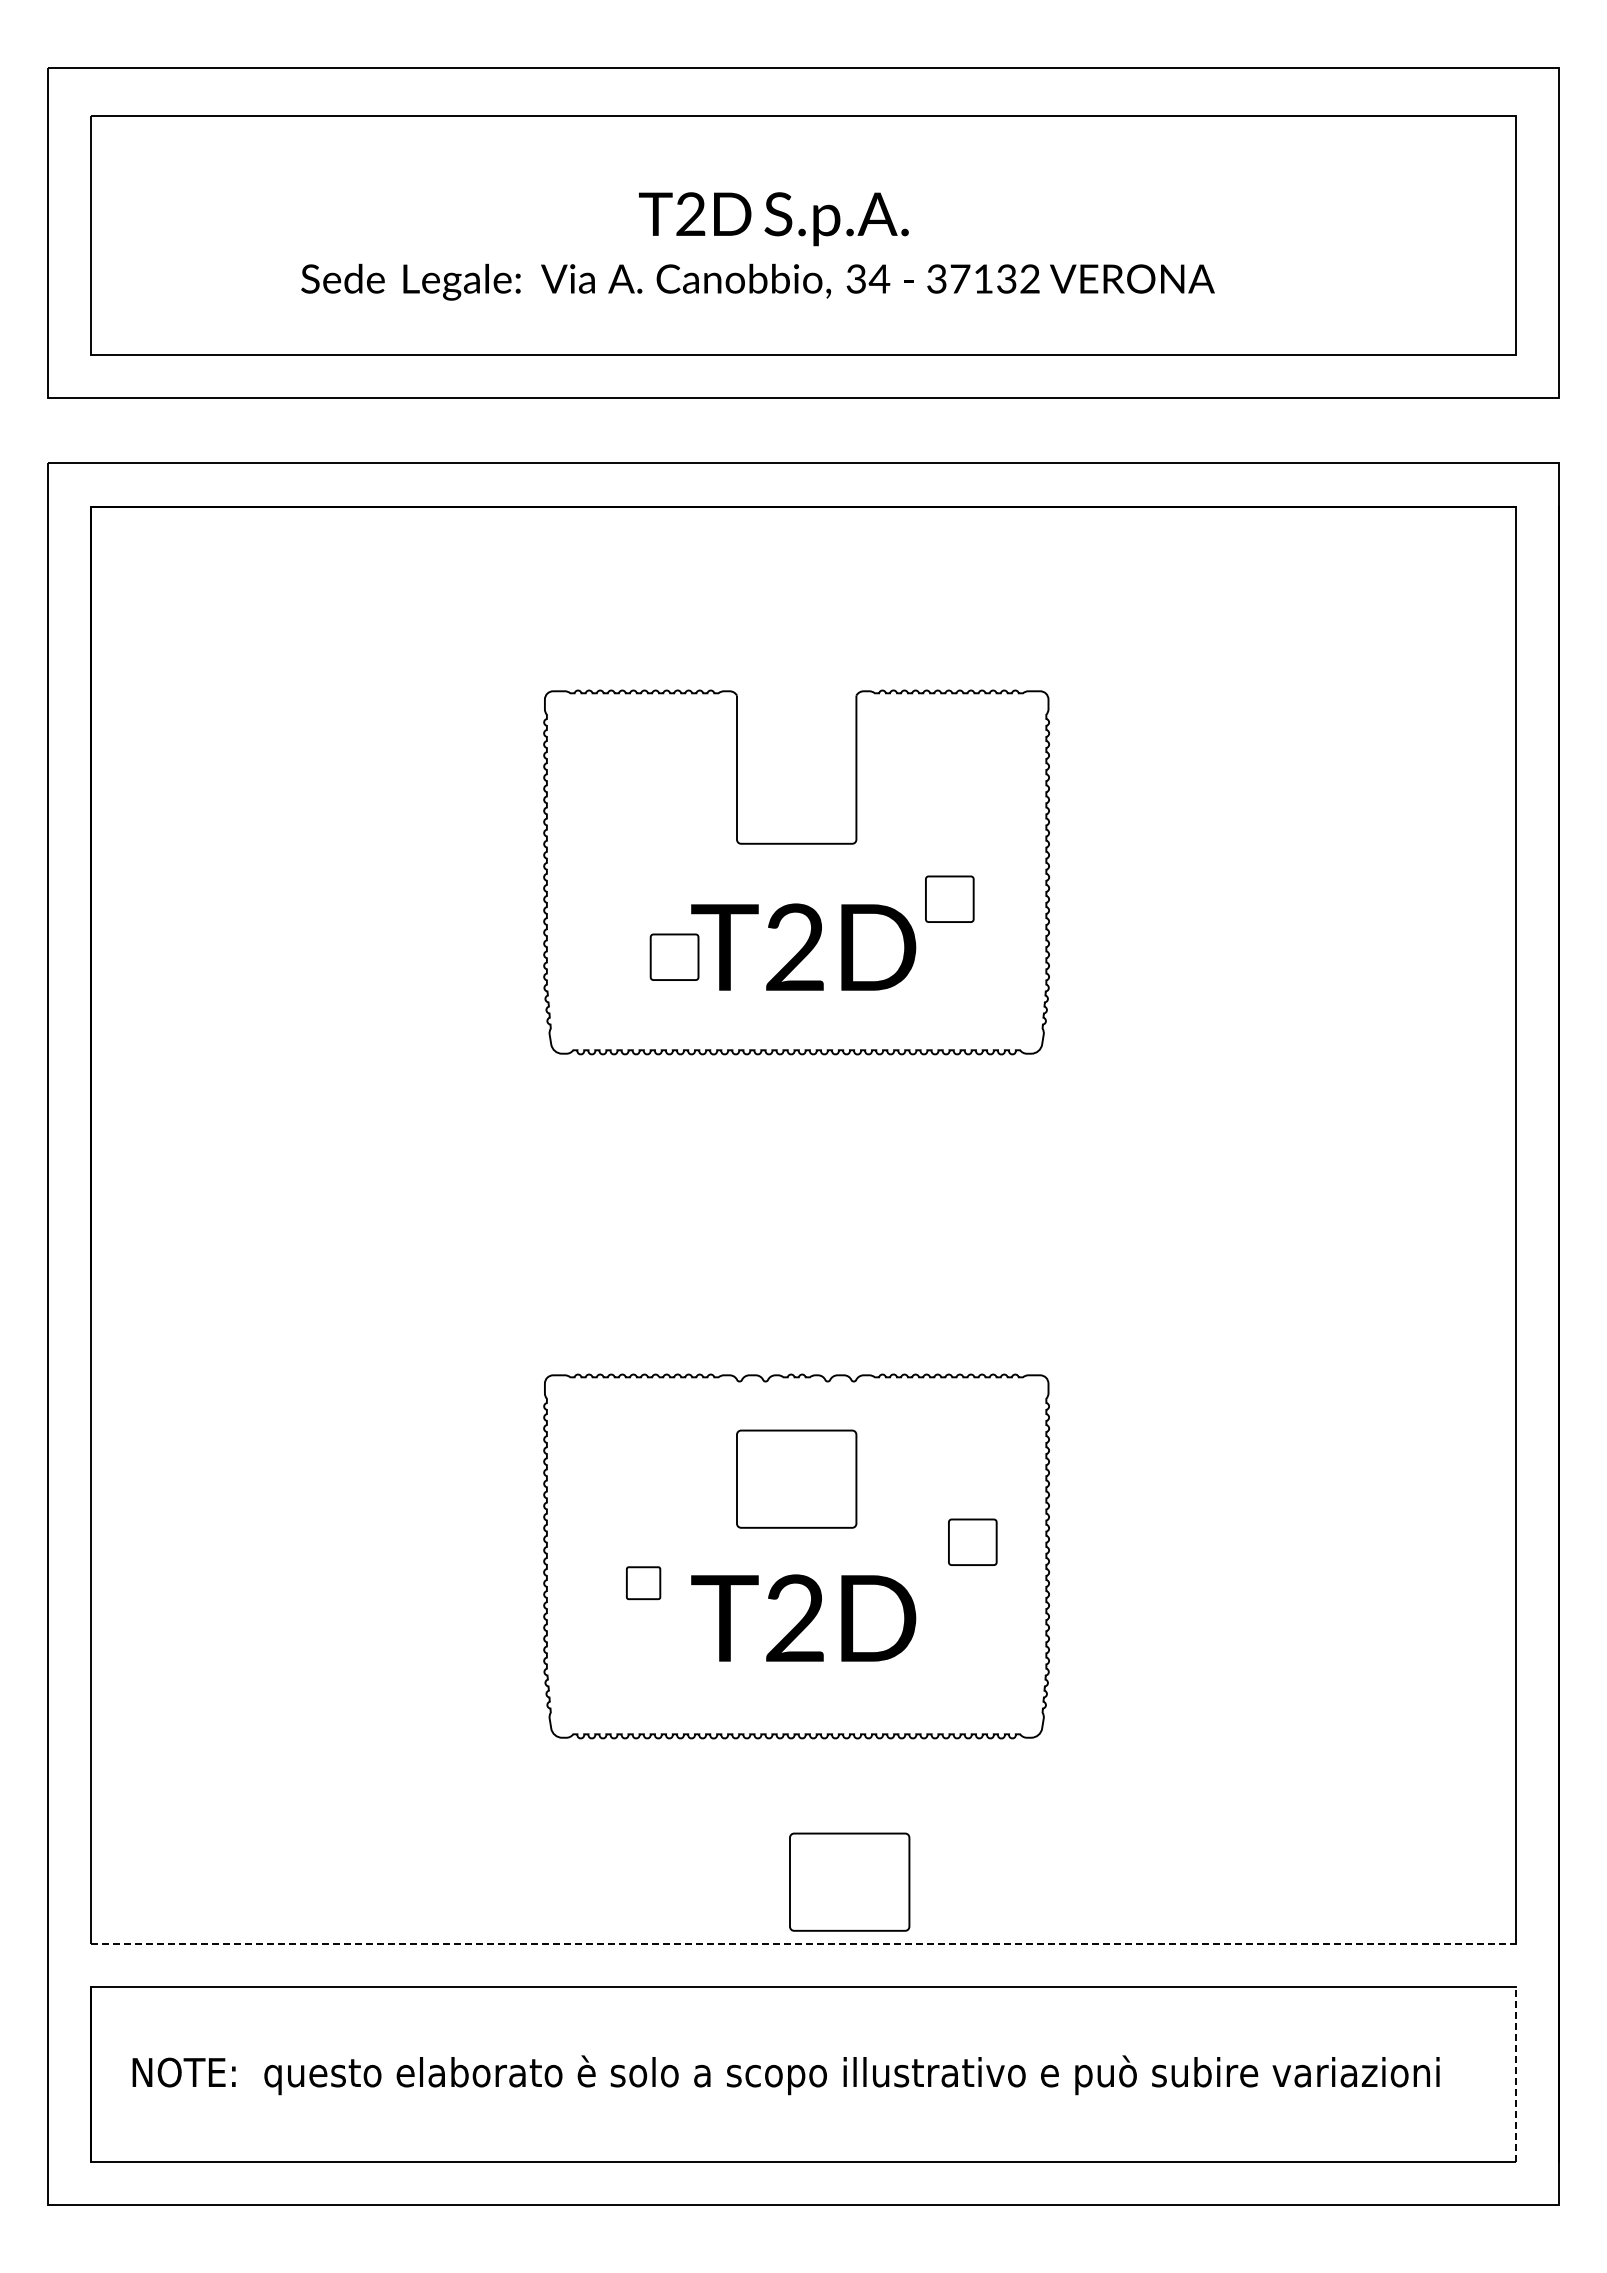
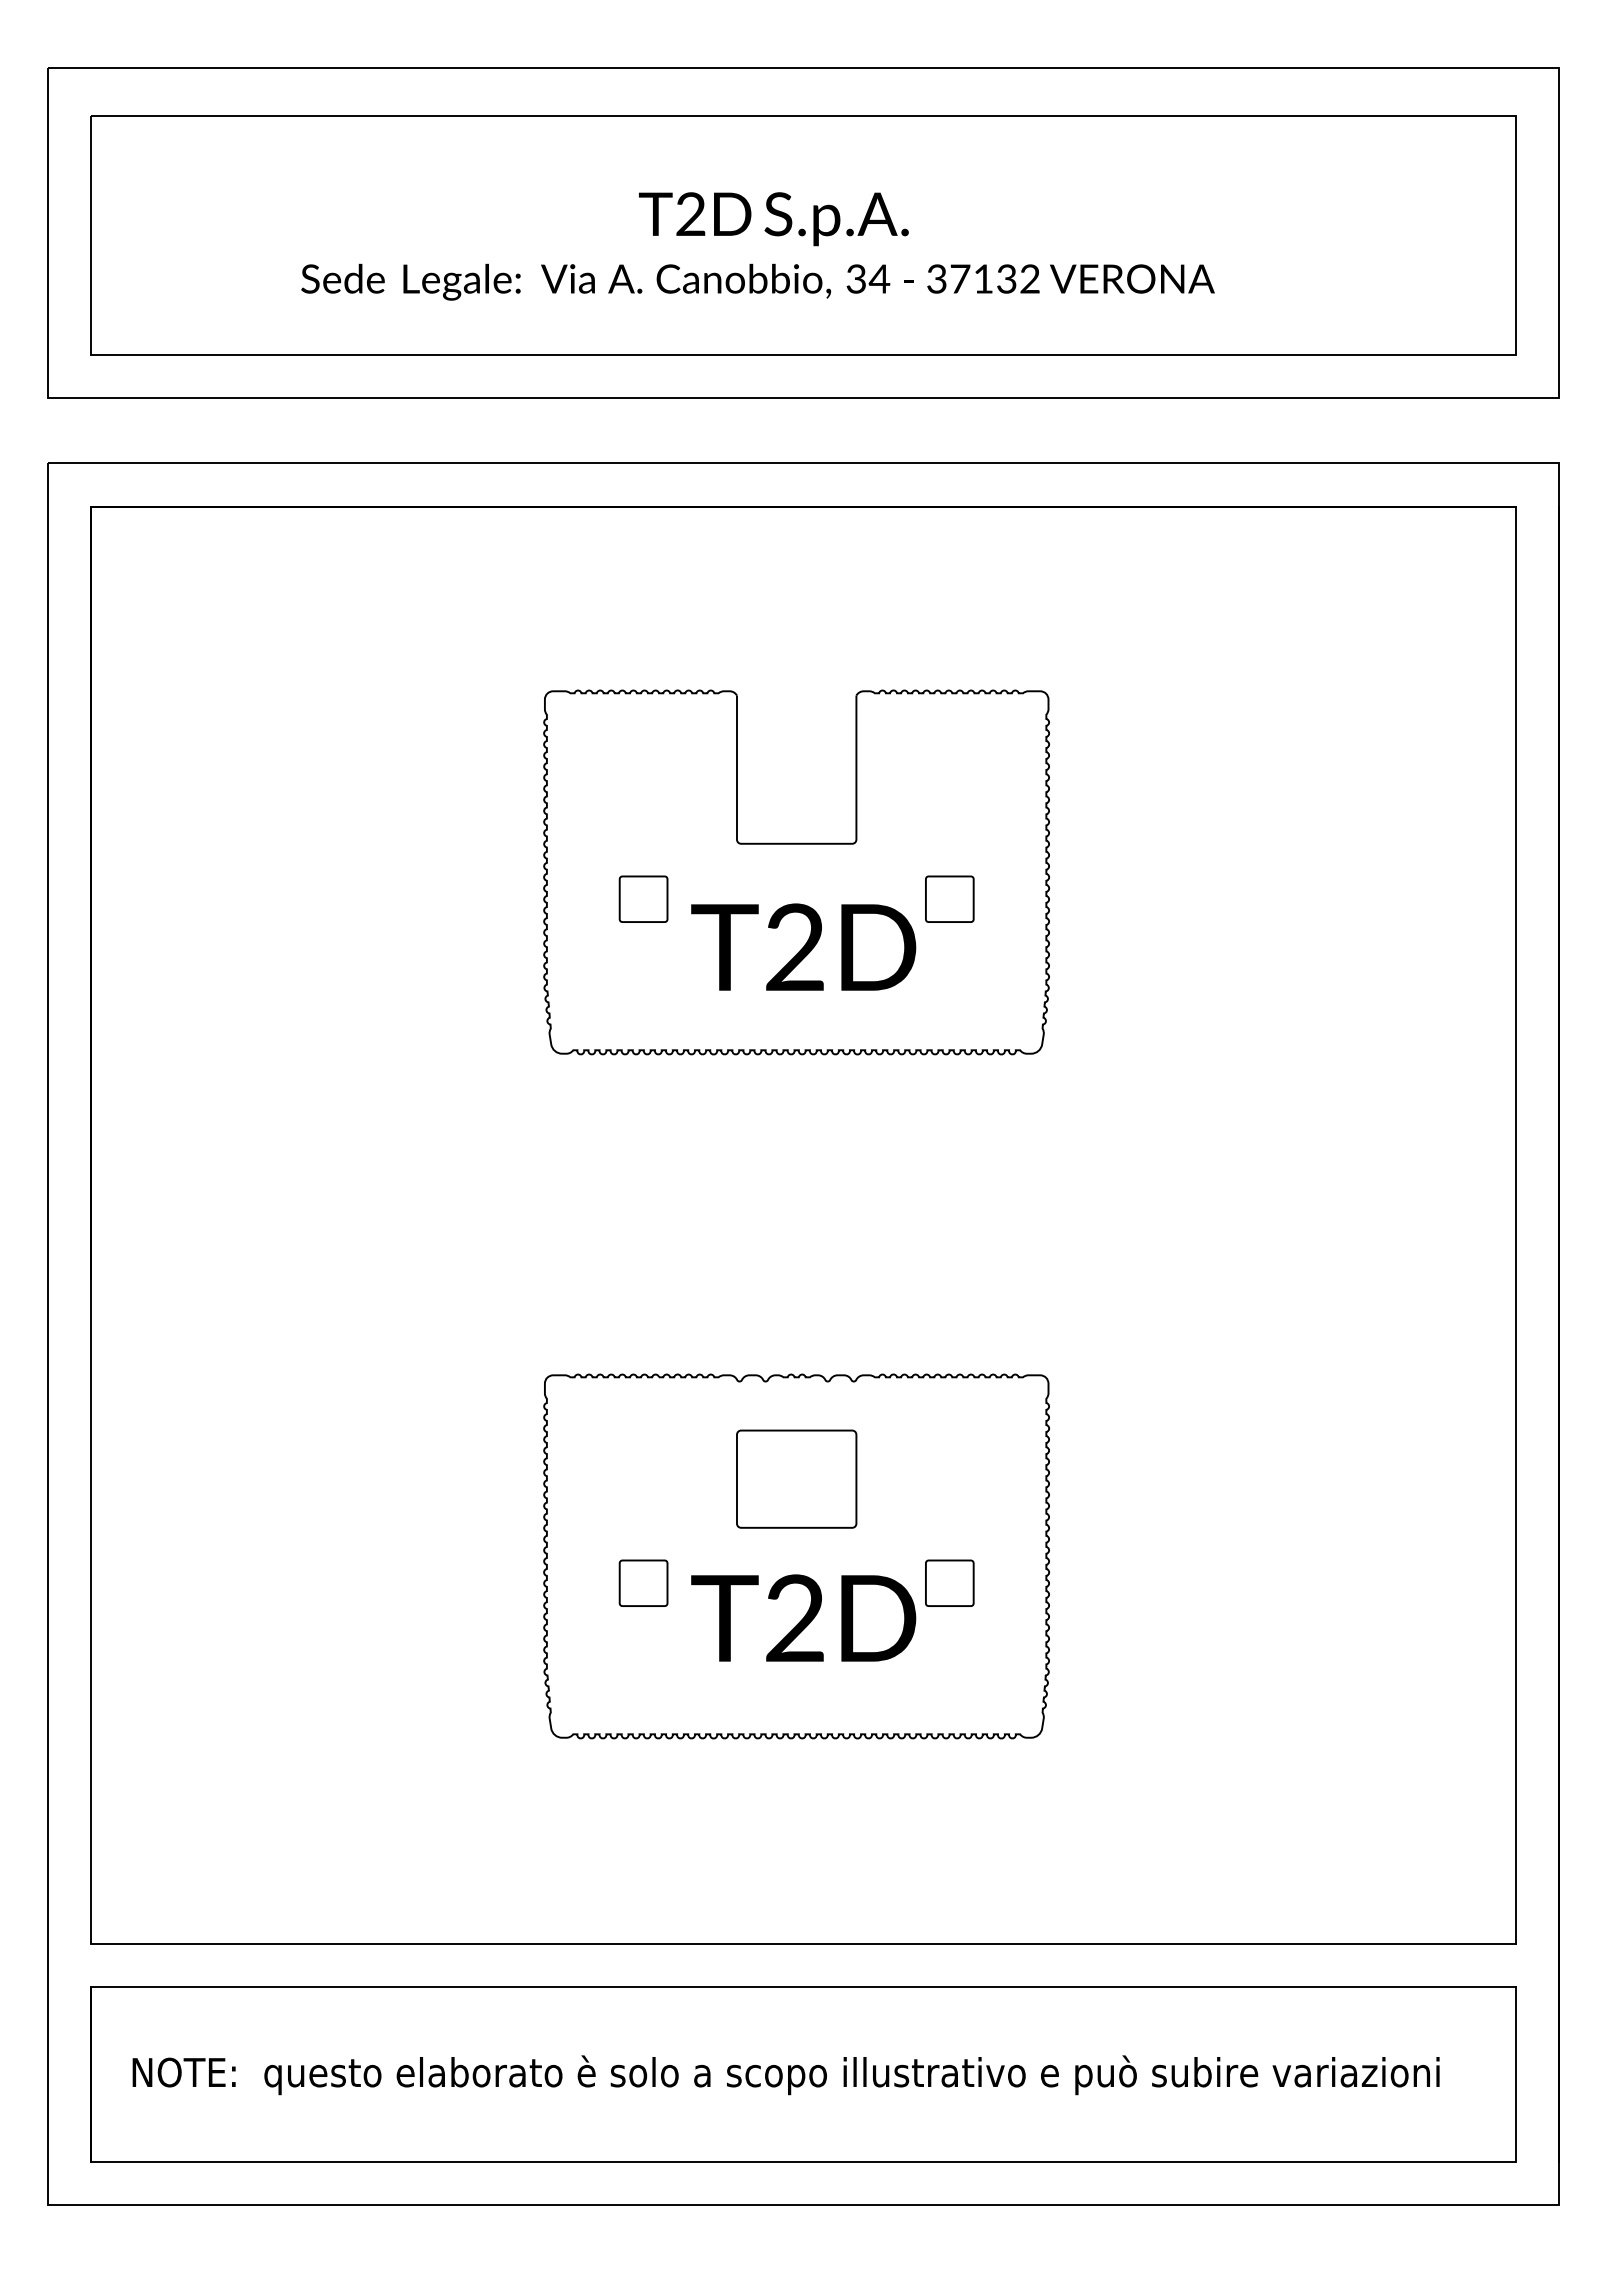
part at (674, 956) position: (674, 956) -> (643, 898)
part at (972, 1541) position: (972, 1541) -> (949, 1582)
part at (643, 1583) size: 36x35 px -> 51x48 px
part at (849, 1881): present -> none
line at (803, 1944): dashed -> solid
line at (1515, 2073): dashed -> solid
